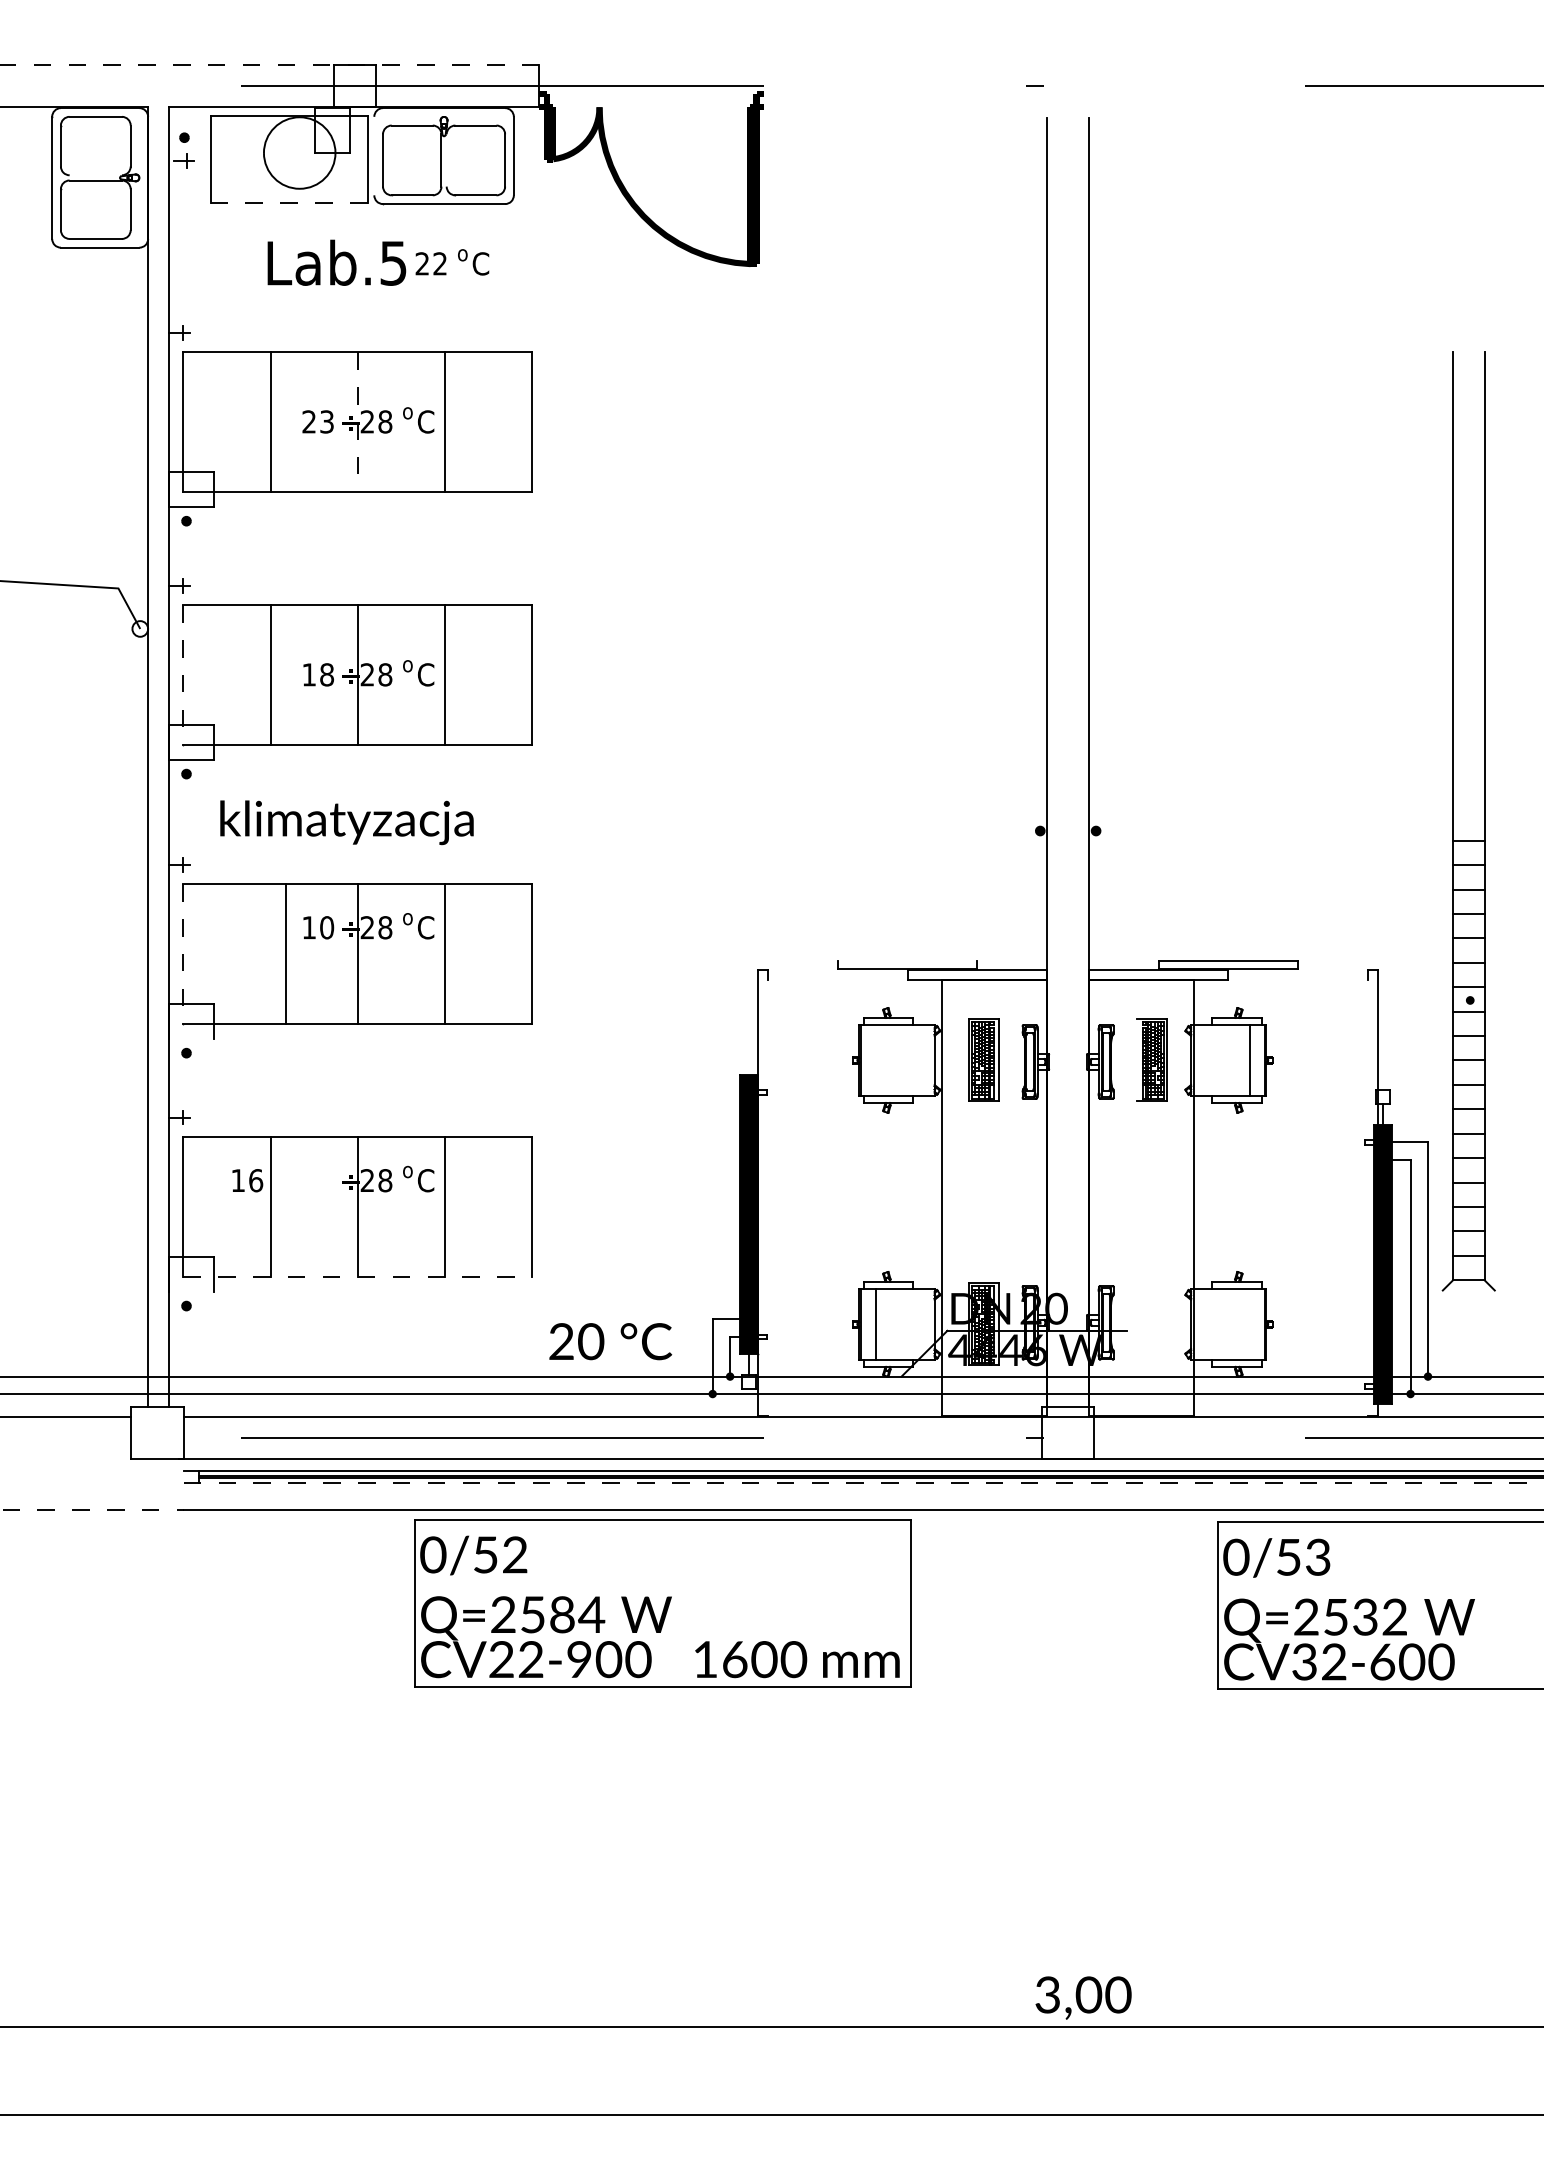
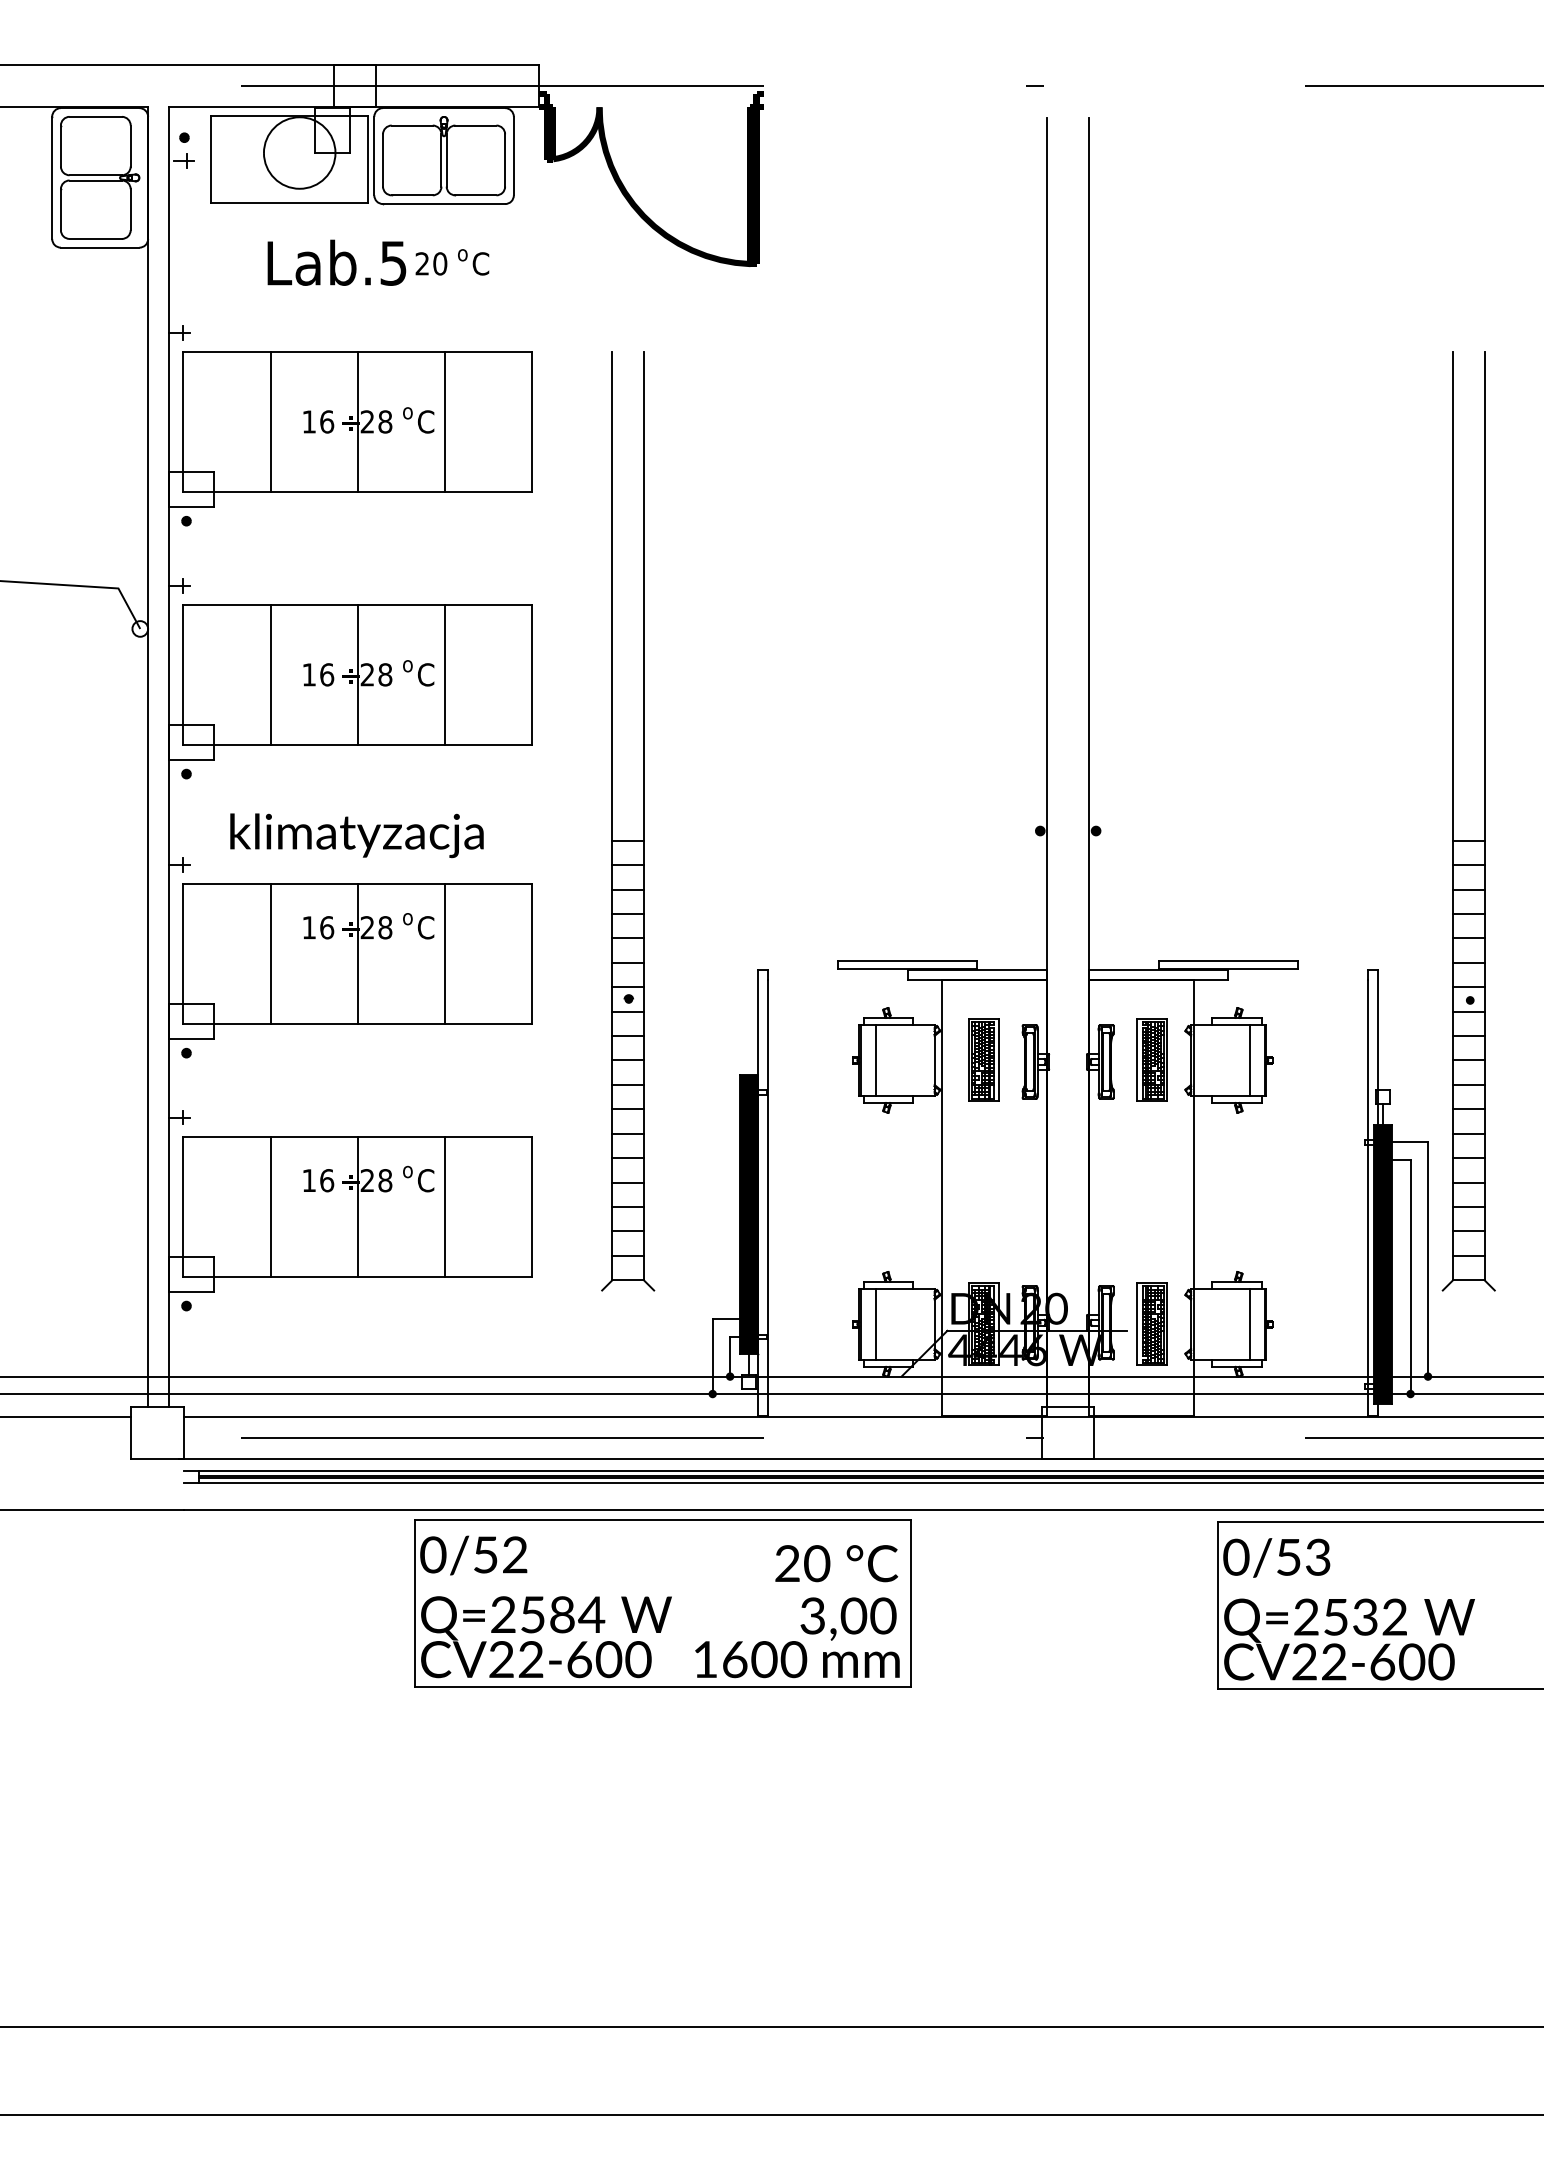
line at (269, 65): dashed -> solid
line at (374, 155): none -> present
line at (446, 160): none -> present
line at (95, 175): none -> present
line at (288, 203): dashed -> solid
text at (440, 263): 22 -> 20
text at (318, 421): 23 -> 16
line at (357, 422): dashed -> solid
line at (183, 674): dashed -> solid
text at (327, 674): 18 -> 16
part at (643, 821): none -> present
text at (346, 822) position: (346, 822) -> (356, 835)
text at (327, 927): 10 -> 16
line at (285, 953) position: (285, 953) -> (270, 953)
line at (183, 954): dashed -> solid
line at (907, 961): none -> present
line at (191, 1039): none -> present
line at (876, 1060): none -> present
line at (1137, 1060): none -> present
text at (247, 1180) position: (247, 1180) -> (318, 1180)
line at (768, 1198): none -> present
line at (1368, 1198): none -> present
line at (358, 1276): dashed -> solid
line at (191, 1292): none -> present
part at (1151, 1323): none -> present
line at (1249, 1324): none -> present
text at (610, 1341) position: (610, 1341) -> (836, 1563)
line at (863, 1483): dashed -> solid
line at (92, 1509): dashed -> solid
text at (579, 1659): CV22-900 -> CV22-600
text at (1304, 1662): CV32-600 -> CV22-600
text at (1083, 1997) position: (1083, 1997) -> (848, 1618)
